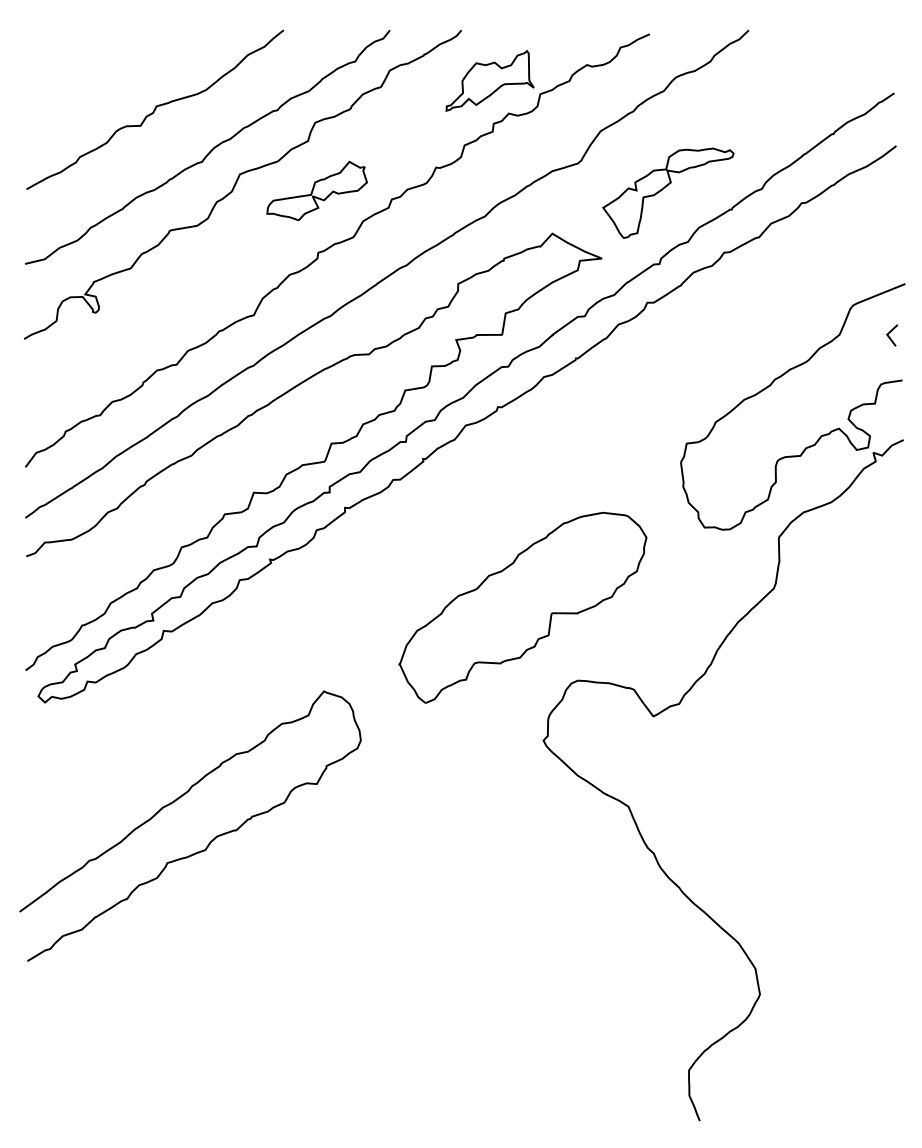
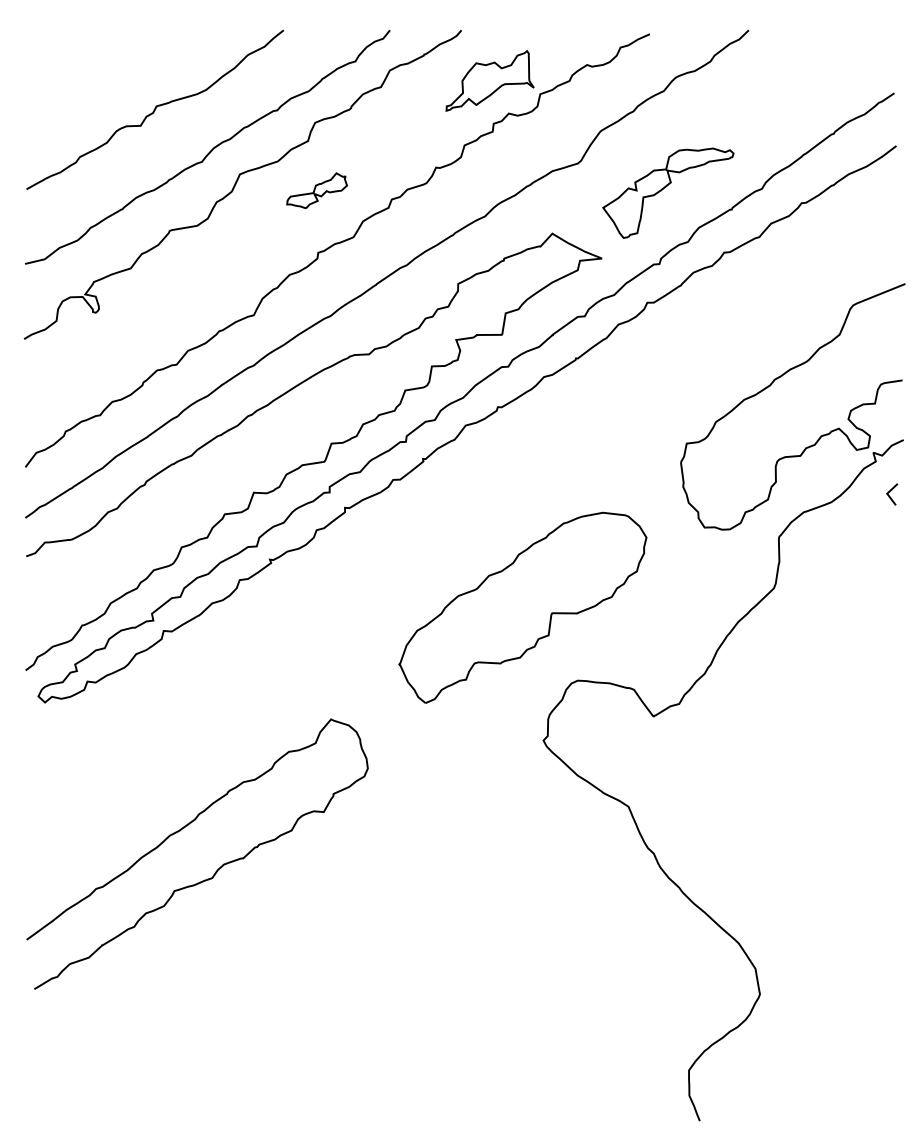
part at (316, 190) size: 102x61 px -> 62x38 px
line at (890, 337) position: (890, 337) -> (890, 496)
curve at (208, 843) position: (208, 843) -> (215, 871)
